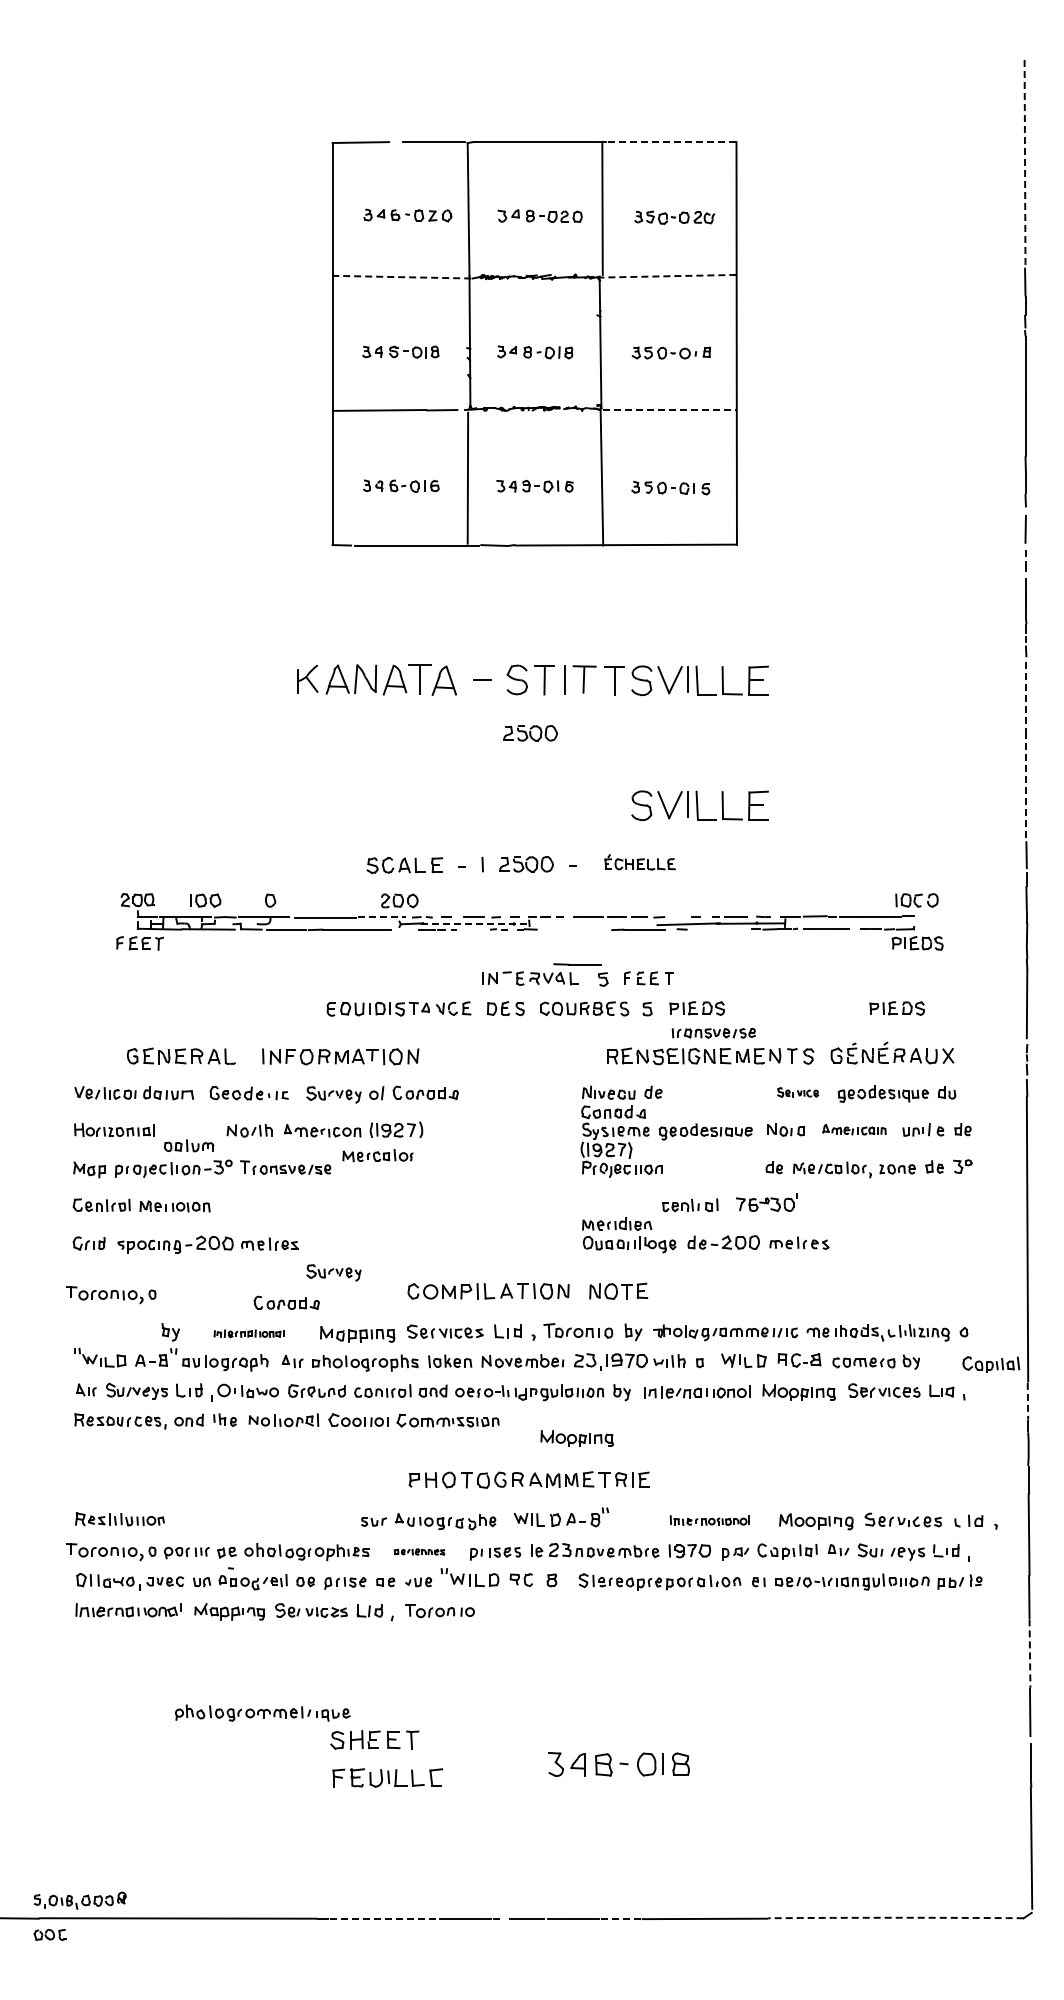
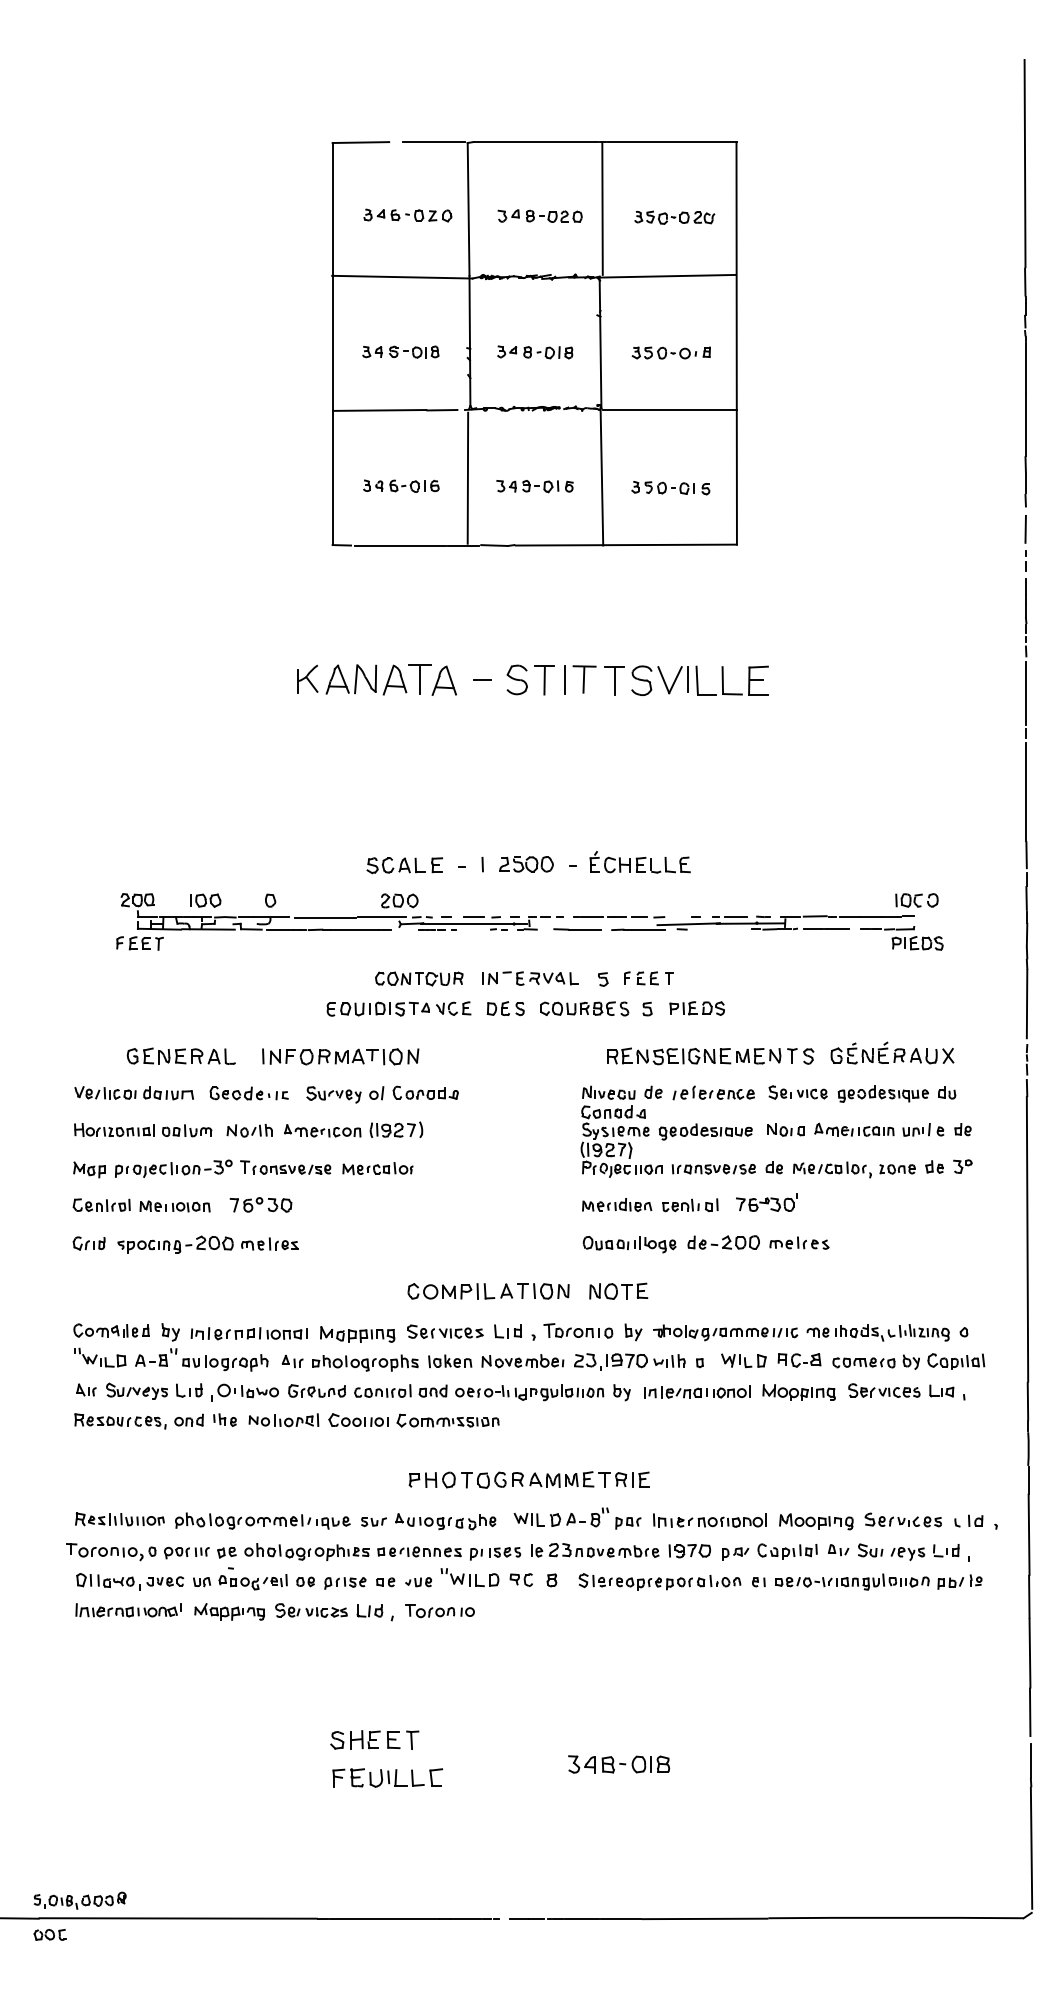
line at (672, 142): dashed -> solid
line at (1025, 163): dashed -> solid
line at (667, 276): dashed -> solid
line at (402, 277): dashed -> solid
line at (669, 410): dashed -> solid
line at (1025, 693): dashed -> solid
part at (530, 733): present -> none
line at (1026, 792): dashed -> solid
part at (699, 805): present -> none
part at (639, 862) size: 72x17 px -> 102x23 px
line at (382, 917): dashed -> solid
line at (474, 923): dashed -> solid
line at (577, 964) position: (577, 964) -> (577, 929)
part at (419, 978): none -> present
part at (896, 1008): present -> none
part at (713, 1033) position: (713, 1033) -> (713, 1169)
part at (713, 1092): none -> present
part at (798, 1092) size: 43x11 px -> 60x15 px
part at (854, 1129) size: 65x12 px -> 81x15 px
part at (189, 1145) position: (189, 1145) -> (187, 1130)
part at (377, 1155) position: (377, 1155) -> (377, 1168)
part at (260, 1204): none -> present
part at (617, 1223) position: (617, 1223) -> (617, 1204)
part at (333, 1272): present -> none
part at (111, 1295): present -> none
part at (286, 1302): present -> none
part at (111, 1330): none -> present
part at (248, 1333) size: 72x10 px -> 118x14 px
part at (991, 1364) position: (991, 1364) -> (956, 1361)
line at (1027, 1401): dashed -> solid
part at (576, 1438): present -> none
part at (709, 1520) size: 81x11 px -> 114x15 px
part at (628, 1522): none -> present
part at (419, 1551) size: 53x8 px -> 85x12 px
line at (1029, 1653): dashed -> solid
part at (262, 1712) position: (262, 1712) -> (262, 1520)
part at (618, 1764) size: 142x25 px -> 103x19 px
arc at (896, 1917): dashed -> solid
line at (384, 1918): dashed -> solid
line at (621, 1918): dashed -> solid
